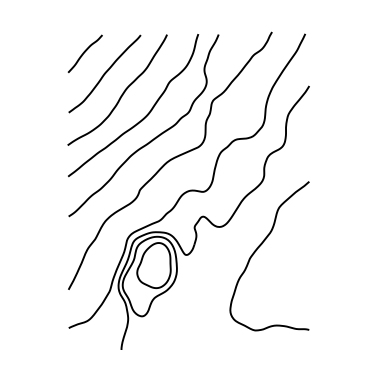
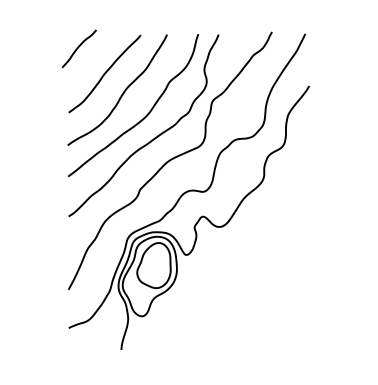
curve at (84, 53) position: (84, 53) -> (78, 48)
curve at (257, 250): present -> none
